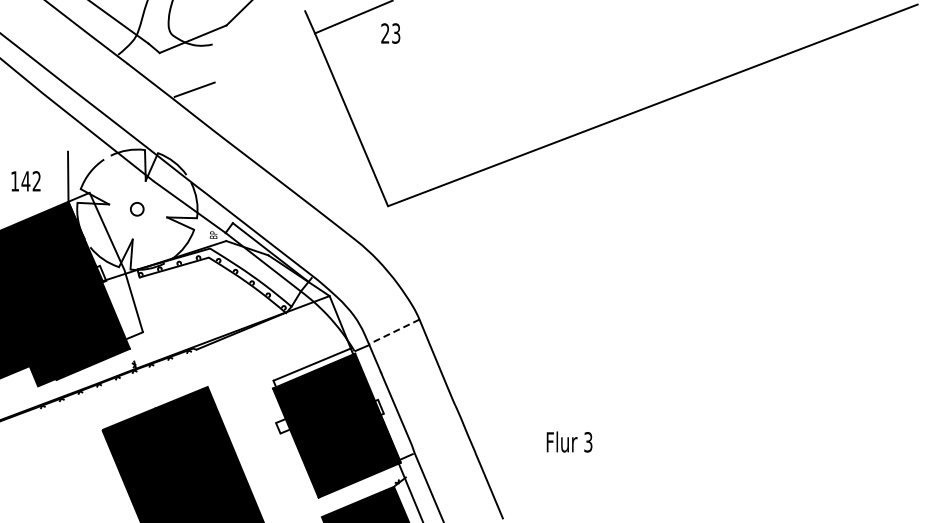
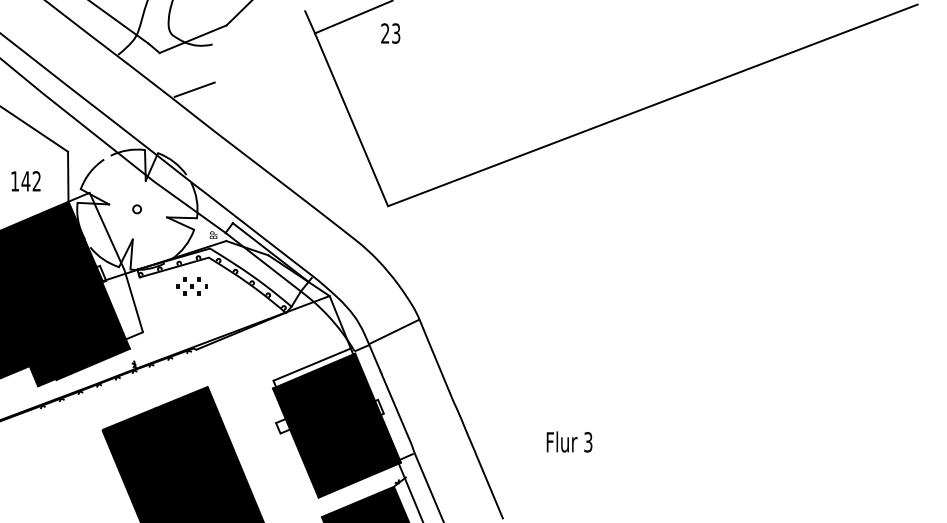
line at (35, 129): none -> present
circle at (137, 209) size: 15x15 px -> 10x11 px
part at (191, 286): none -> present
line at (393, 332): dashed -> solid
